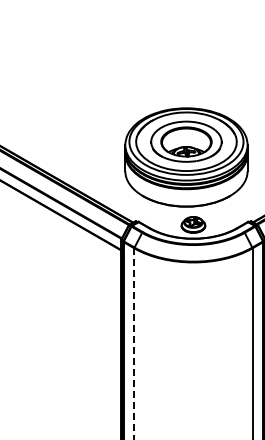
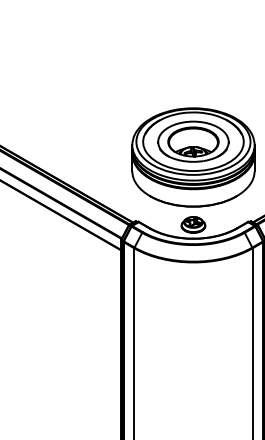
part at (186, 157) position: (186, 157) -> (193, 157)
line at (134, 344): dashed -> solid
